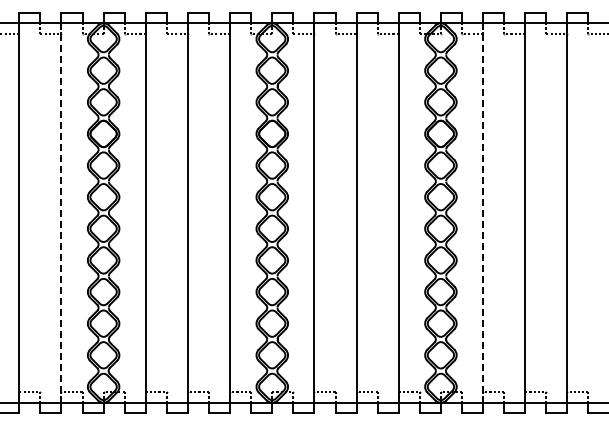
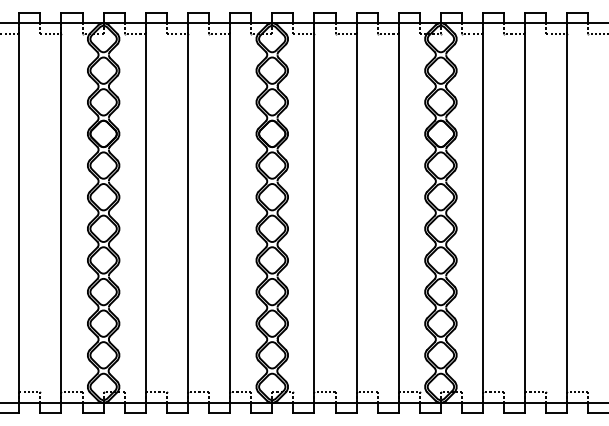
line at (61, 213): dashed -> solid
line at (483, 213): dashed -> solid
